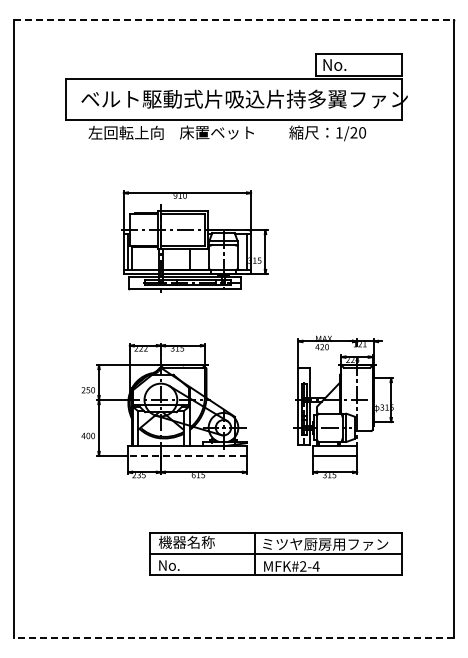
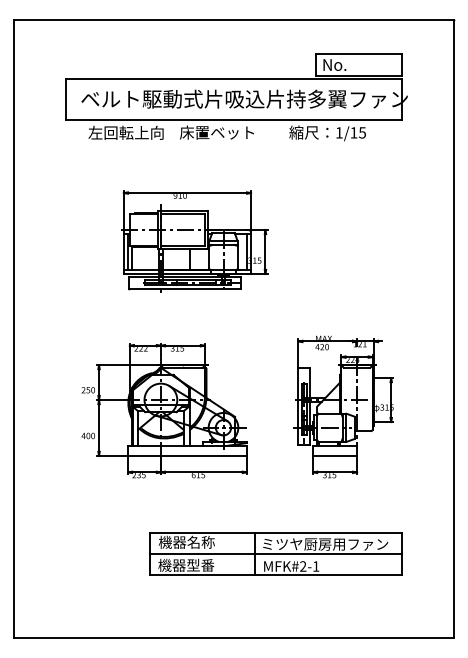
line at (234, 19): dashed -> solid
text at (358, 132): 1/20 -> 1/15
line at (186, 455): dashed -> solid
text at (186, 564): No. -> 機器型番
text at (315, 566): MFK#2-4 -> MFK#2-1
line at (233, 638): dashed -> solid
